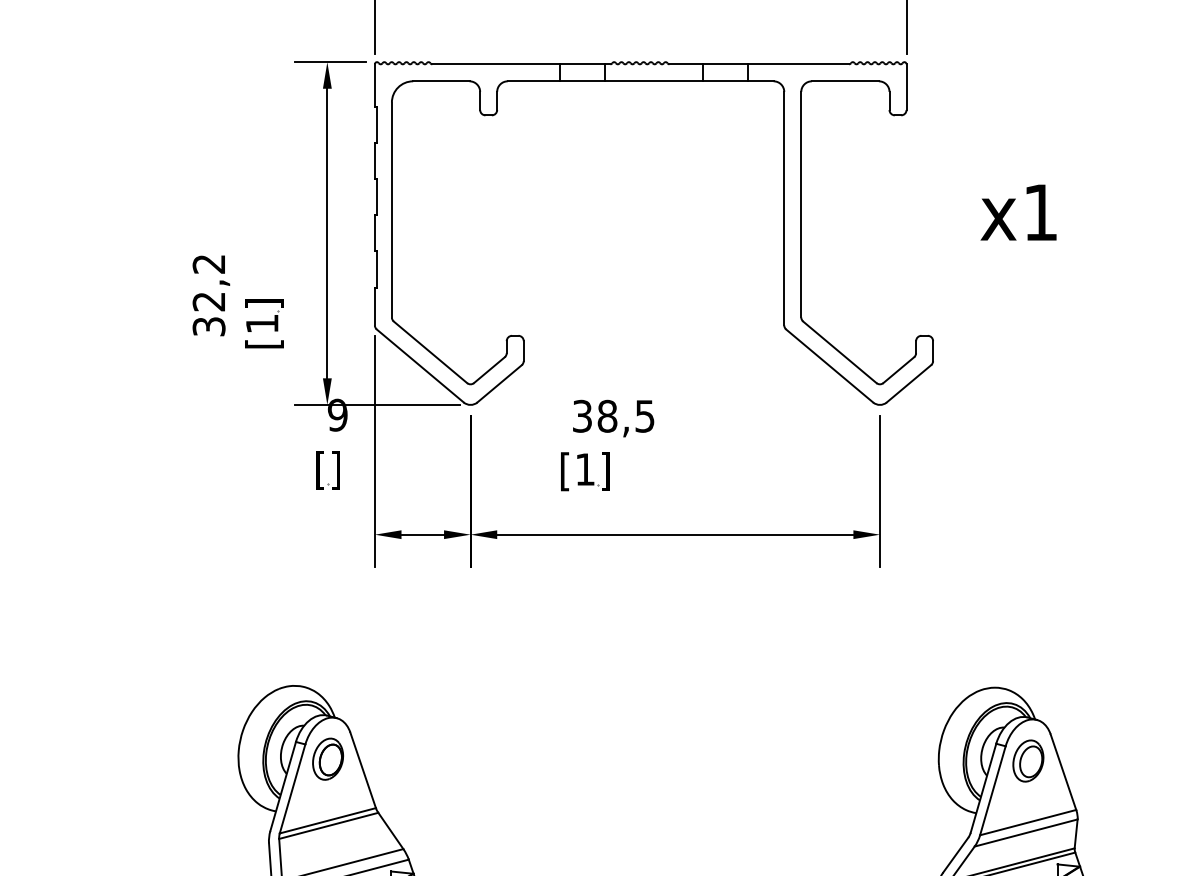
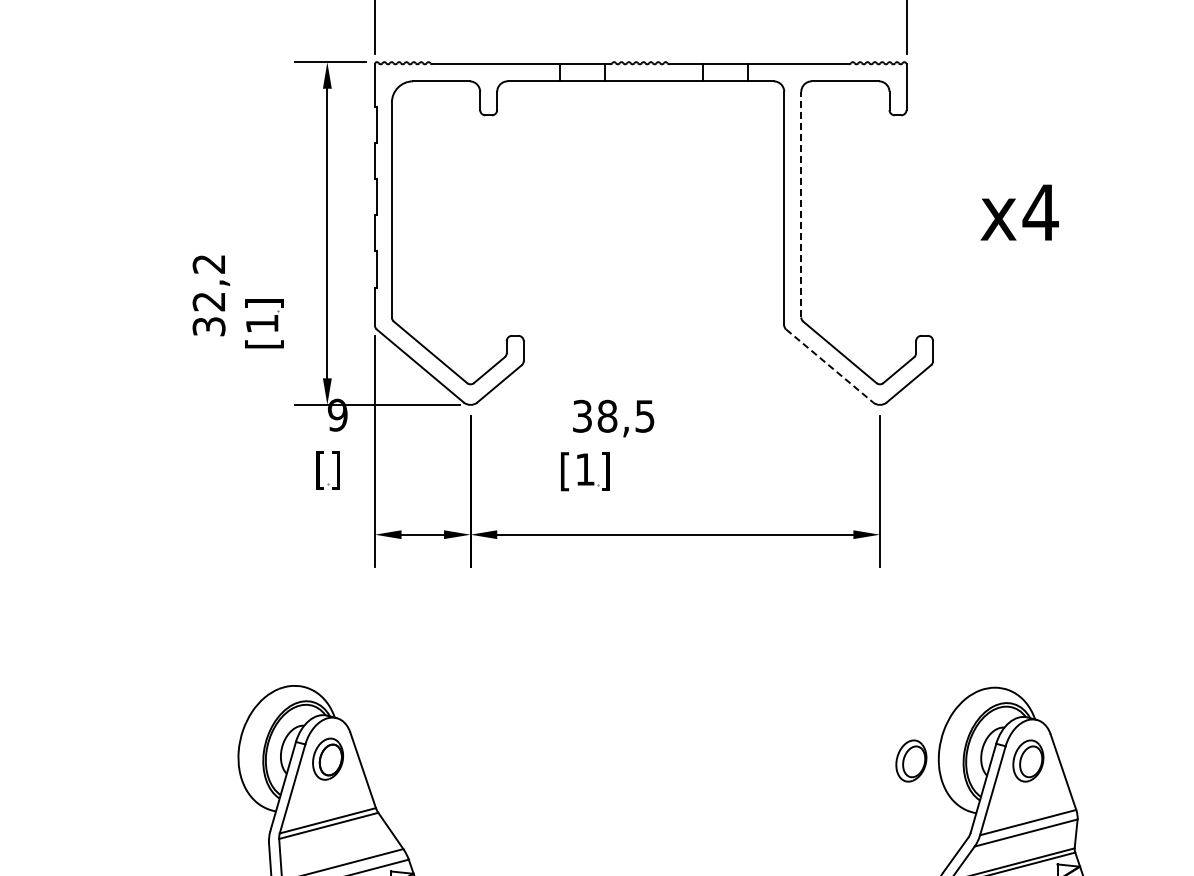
line at (801, 204): solid -> dashed
text at (1040, 212): x1 -> x4
line at (829, 365): solid -> dashed
part at (911, 760): none -> present
